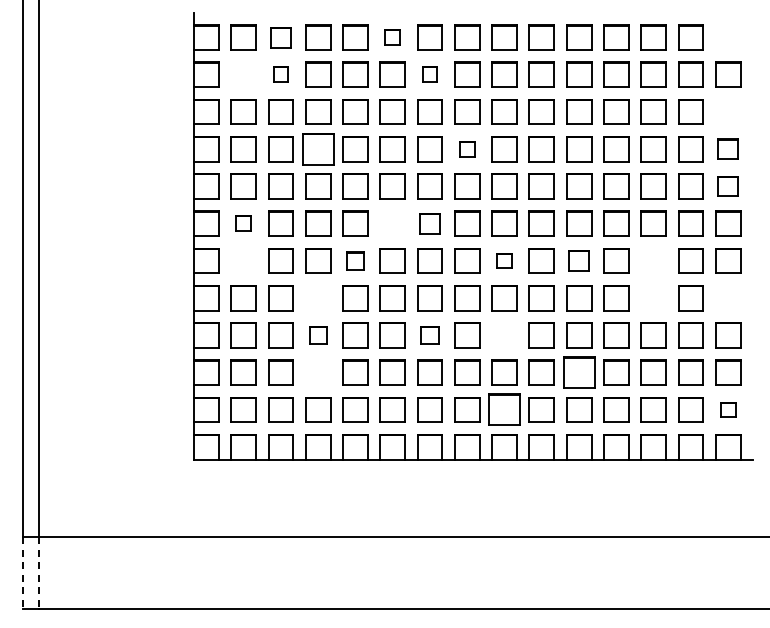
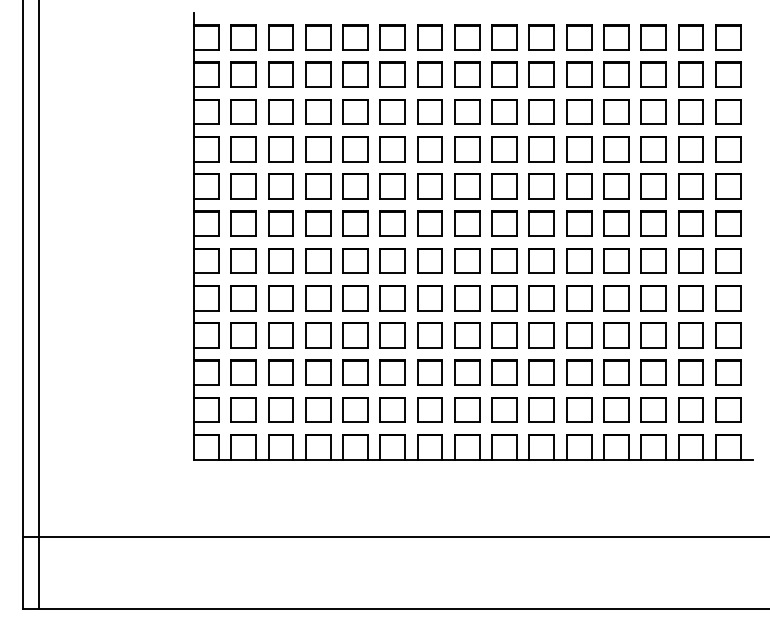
part at (280, 37) size: 22x22 px -> 26x27 px
part at (392, 37) size: 17x17 px -> 27x27 px
part at (728, 37): none -> present
part at (243, 74): none -> present
part at (280, 74) size: 16x17 px -> 26x27 px
part at (429, 74) size: 16x17 px -> 26x27 px
part at (728, 111): none -> present
part at (727, 148) size: 22x22 px -> 27x27 px
part at (318, 149) size: 33x33 px -> 27x27 px
part at (467, 149) size: 17x17 px -> 27x27 px
part at (727, 186) size: 22x21 px -> 27x27 px
part at (243, 223) size: 17x17 px -> 27x27 px
part at (392, 223): none -> present
part at (429, 223) size: 22x22 px -> 26x27 px
part at (243, 260): none -> present
part at (355, 260) size: 19x20 px -> 27x26 px
part at (504, 260) size: 17x16 px -> 27x26 px
part at (578, 260) size: 22x22 px -> 27x26 px
part at (653, 260): none -> present
part at (318, 298): none -> present
part at (653, 298): none -> present
part at (728, 298): none -> present
part at (318, 335) size: 19x19 px -> 27x27 px
part at (429, 335) size: 20x19 px -> 26x27 px
part at (504, 335): none -> present
part at (318, 372): none -> present
part at (579, 372) size: 33x33 px -> 27x27 px
part at (504, 409) size: 33x33 px -> 27x26 px
part at (728, 409) size: 17x16 px -> 27x26 px
line at (23, 573): dashed -> solid
line at (38, 573): dashed -> solid
